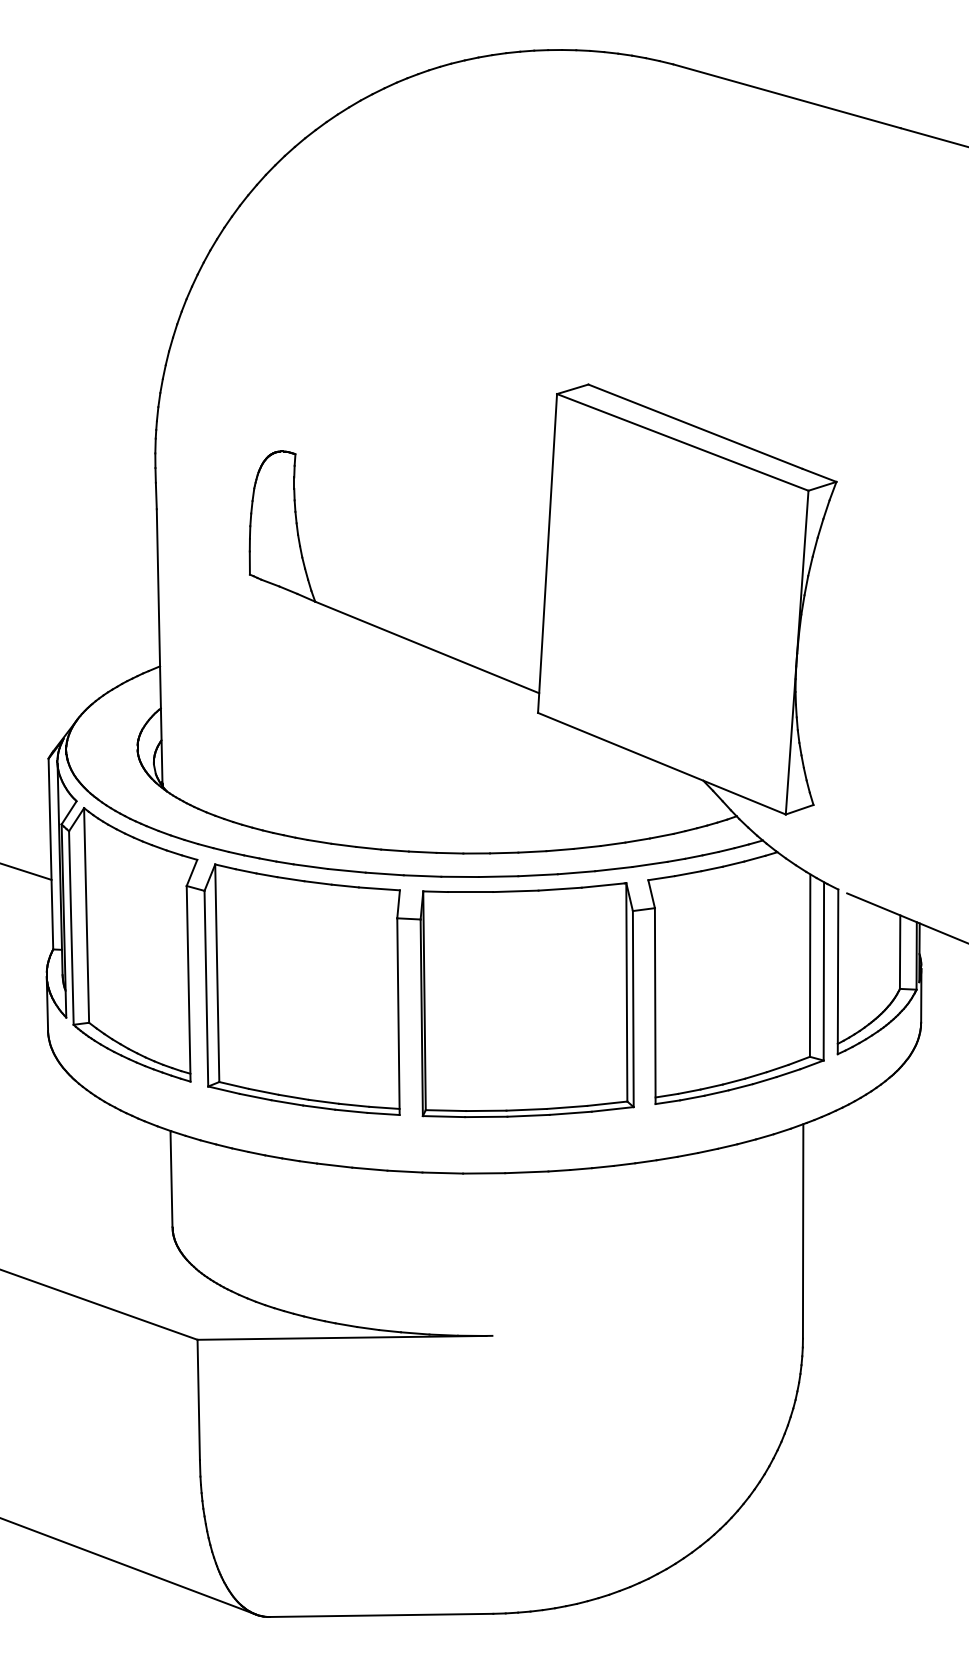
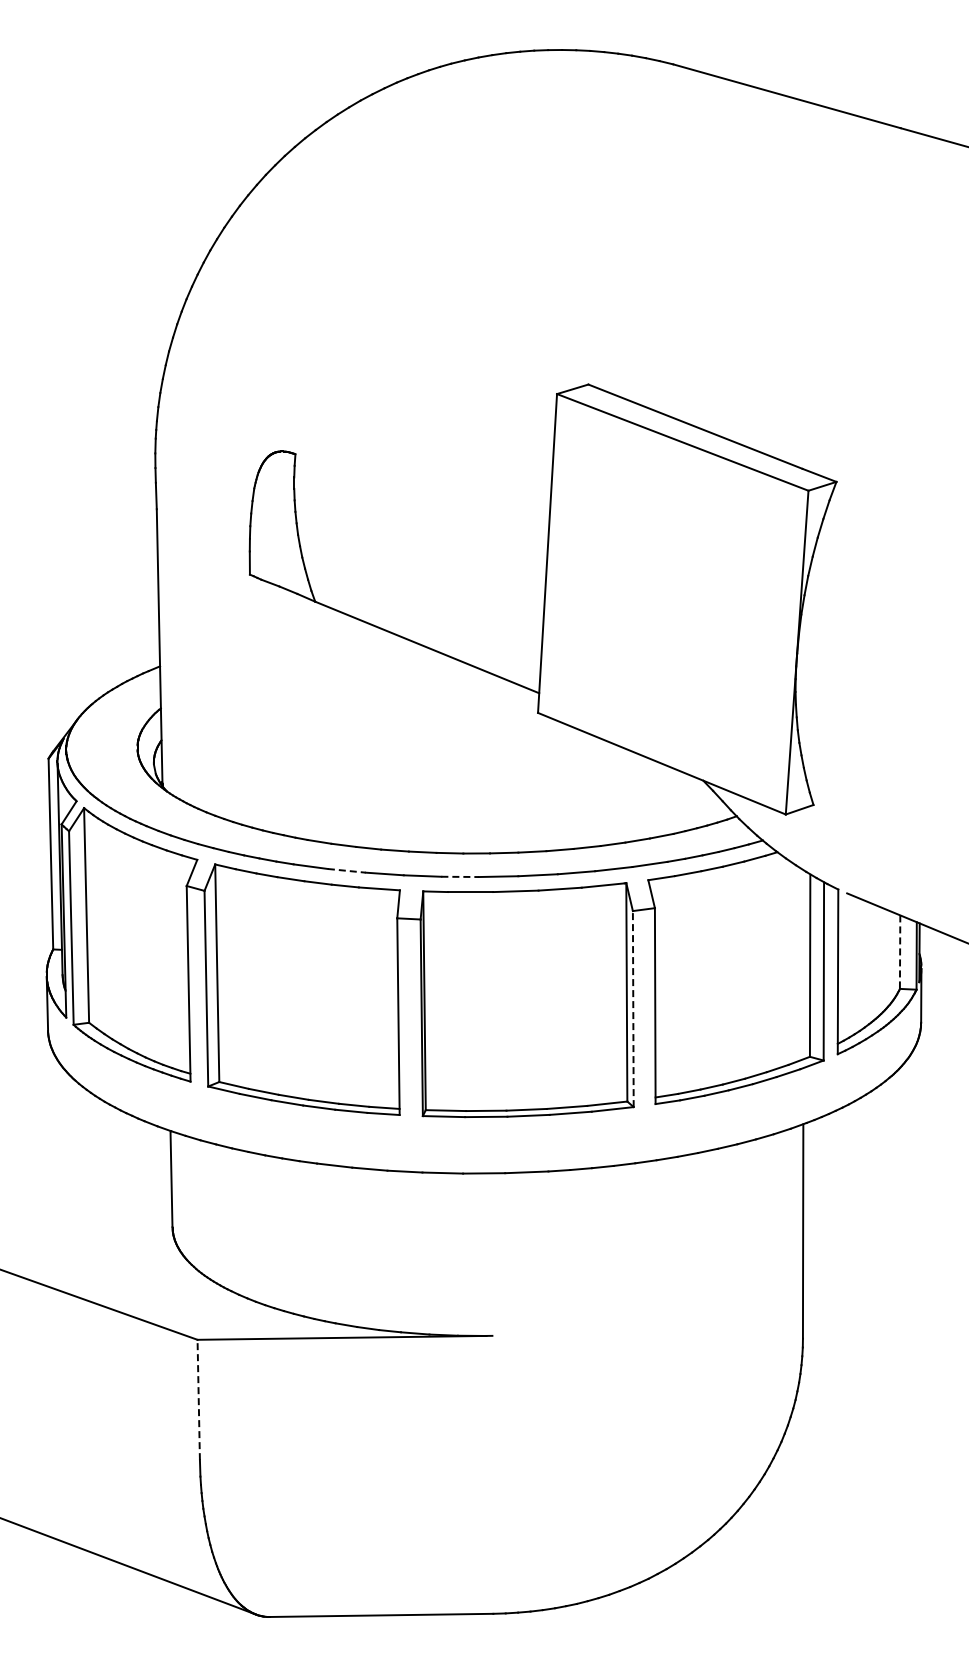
line at (347, 870): solid -> dashed
line at (26, 871): present -> none
line at (460, 876): solid -> dashed
line at (900, 952): solid -> dashed
line at (633, 1008): solid -> dashed
line at (198, 1399): solid -> dashed
